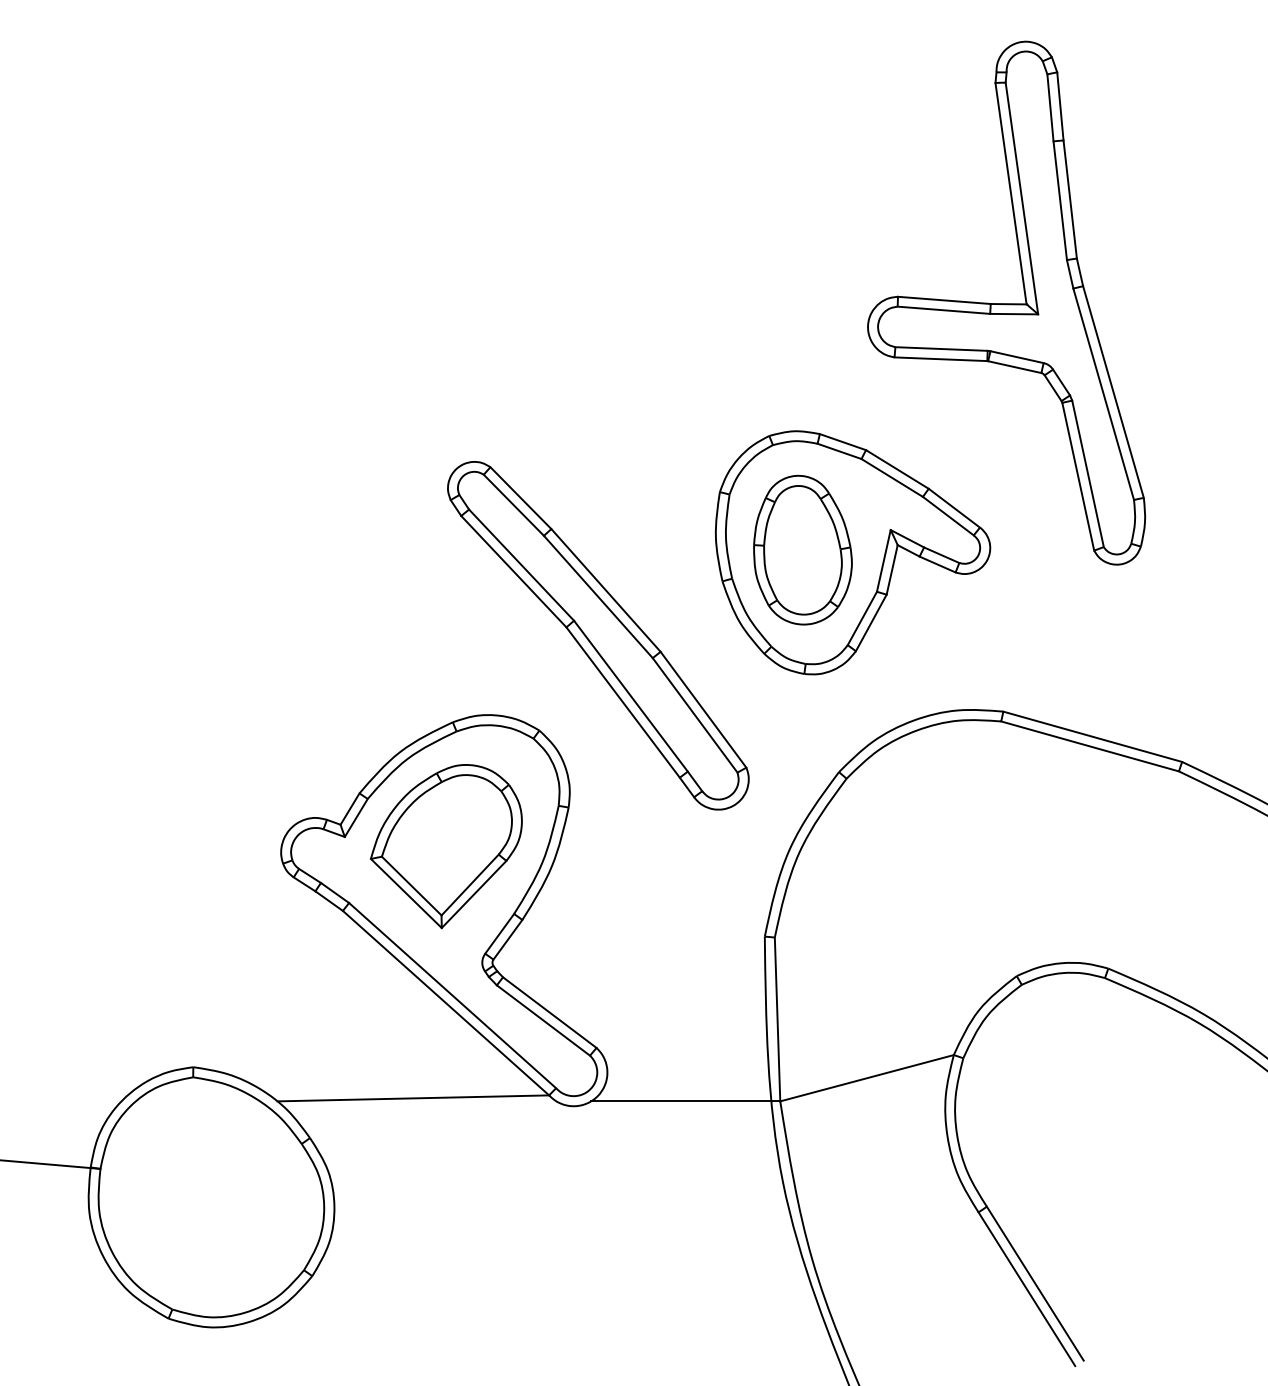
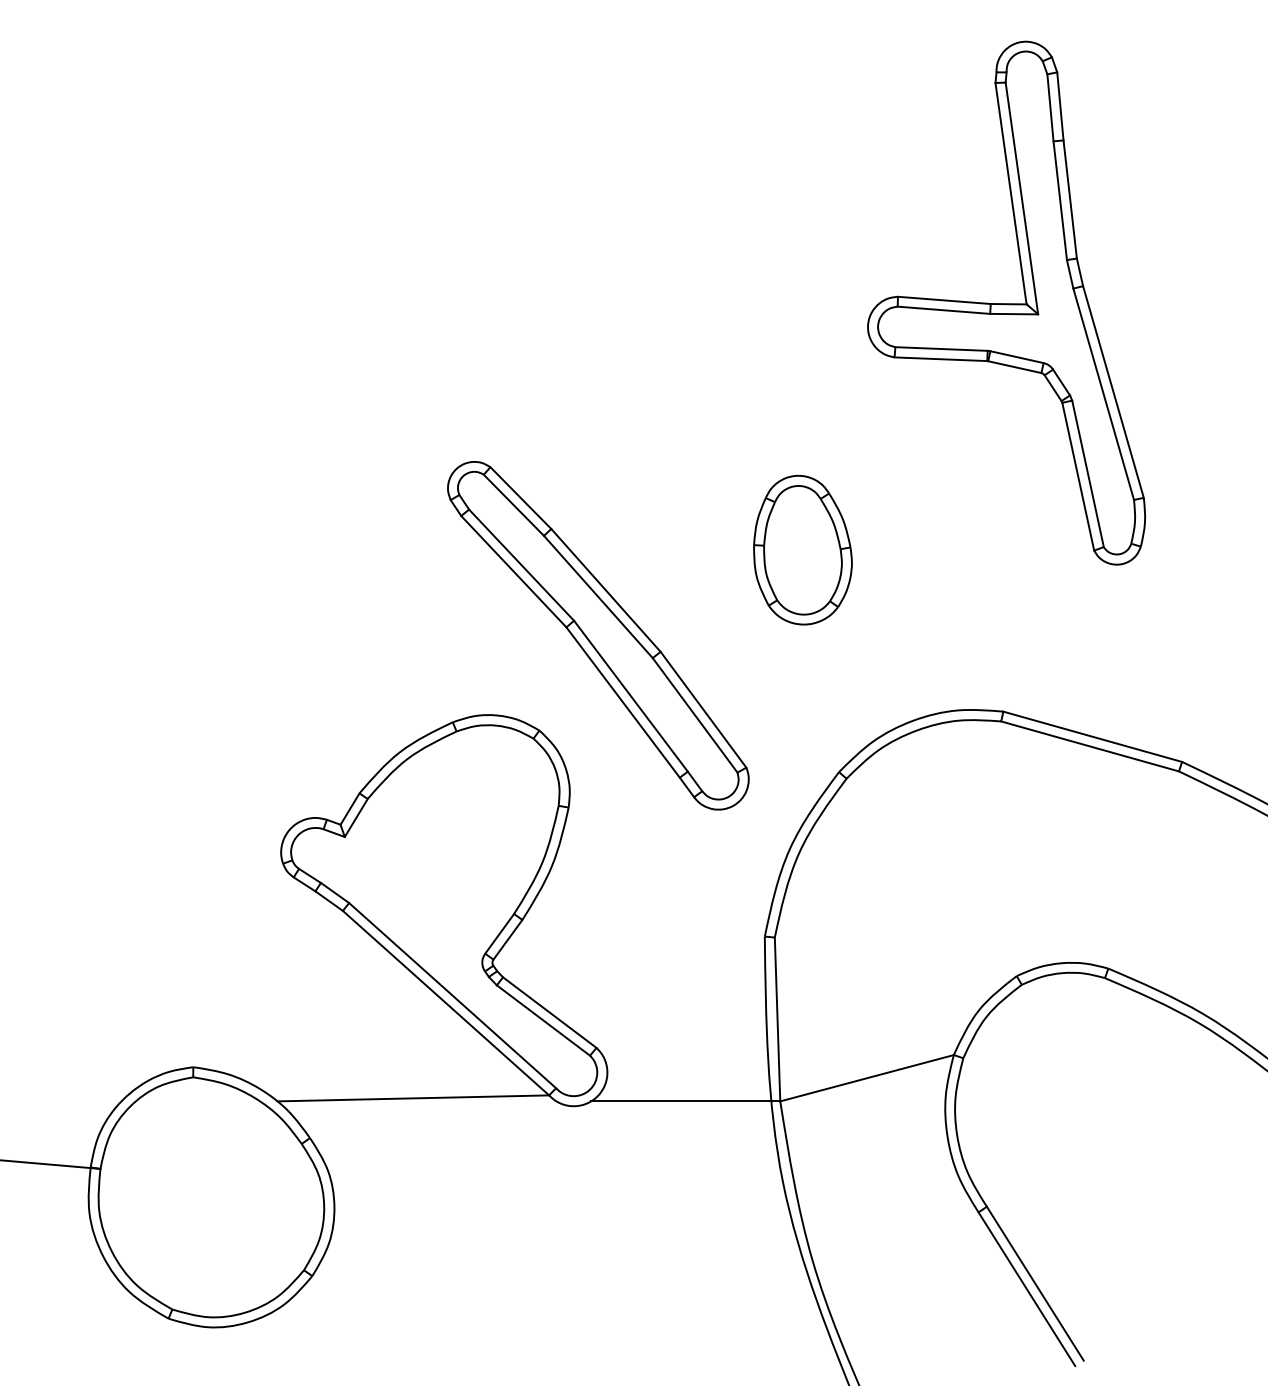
part at (853, 552): present -> none
part at (446, 846): present -> none
